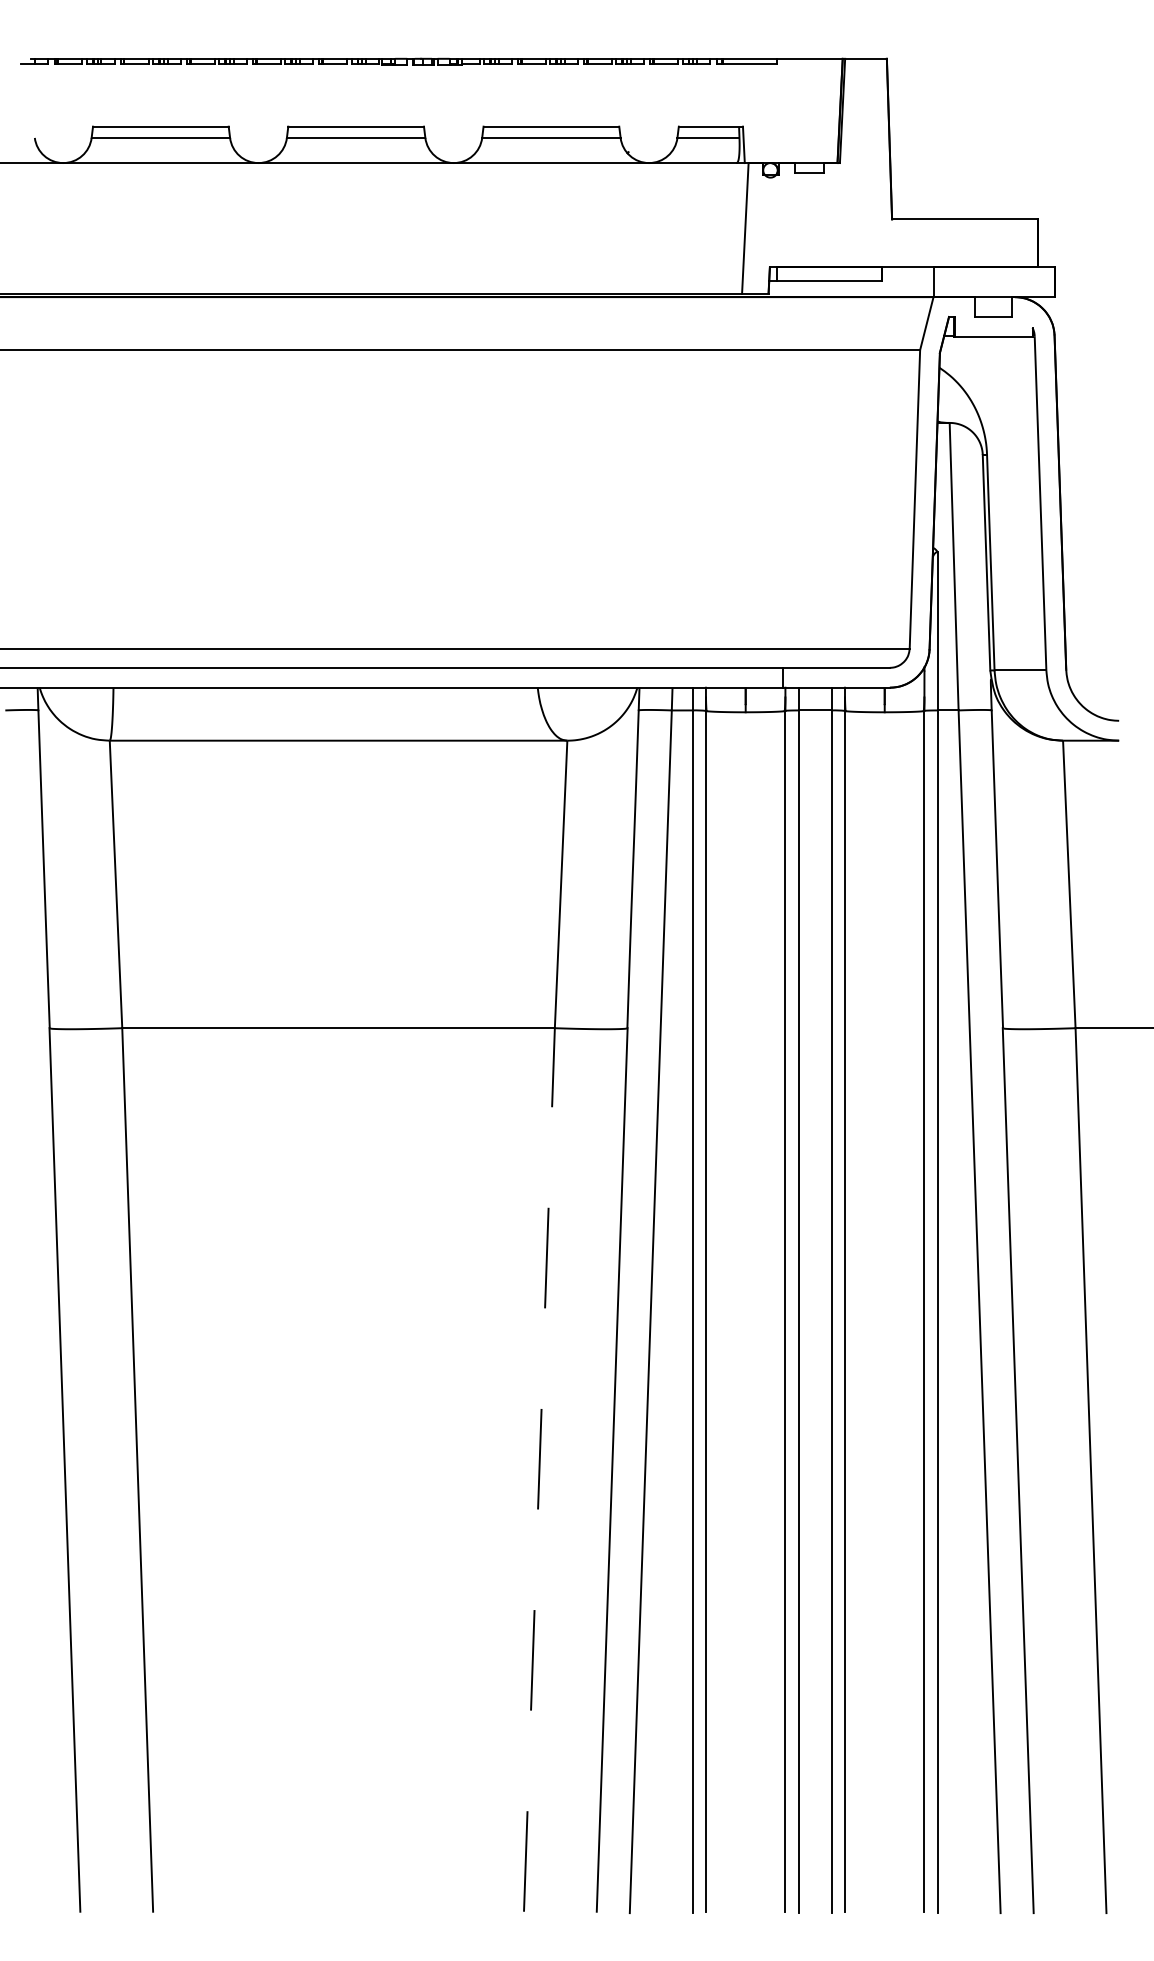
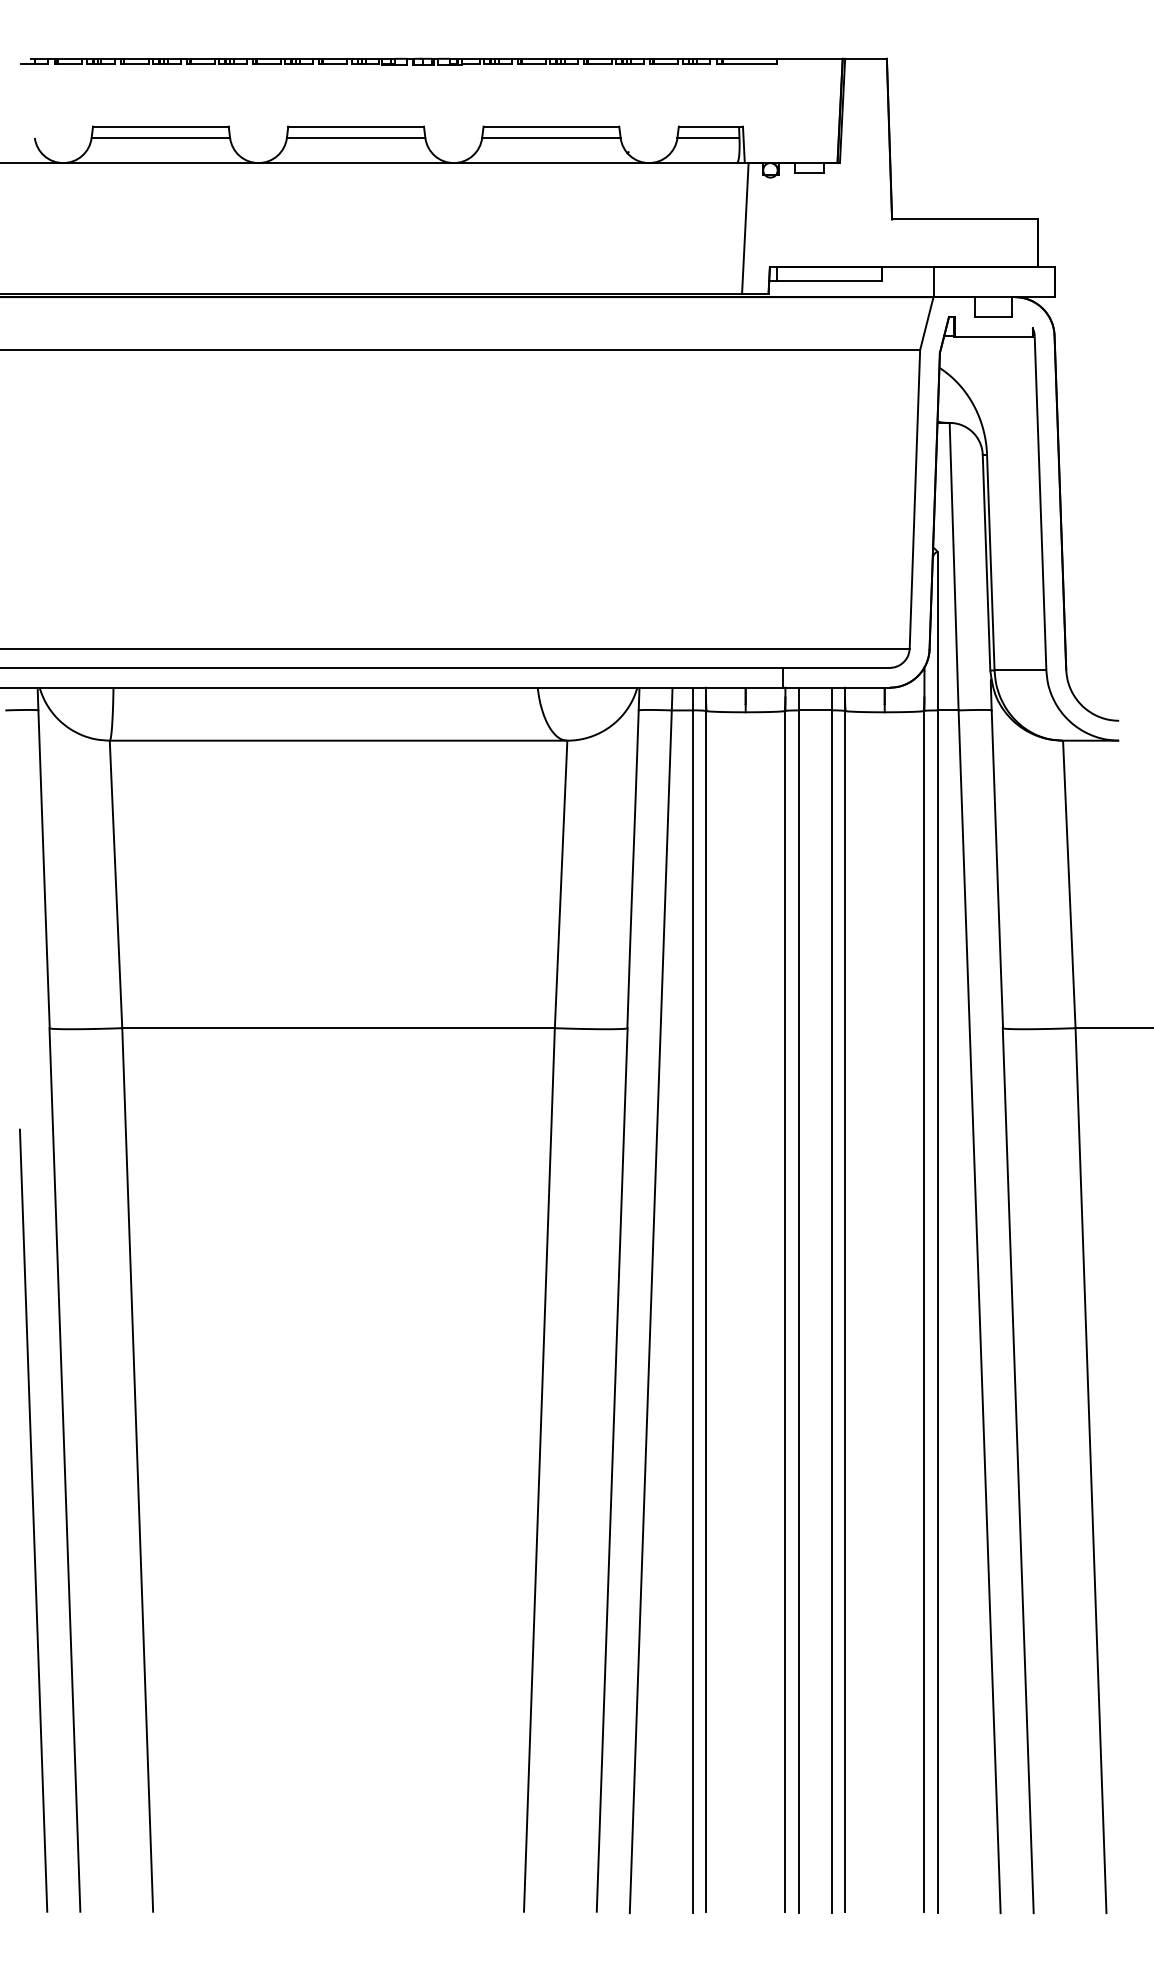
line at (539, 1469): dashed -> solid
line at (33, 1520): none -> present
